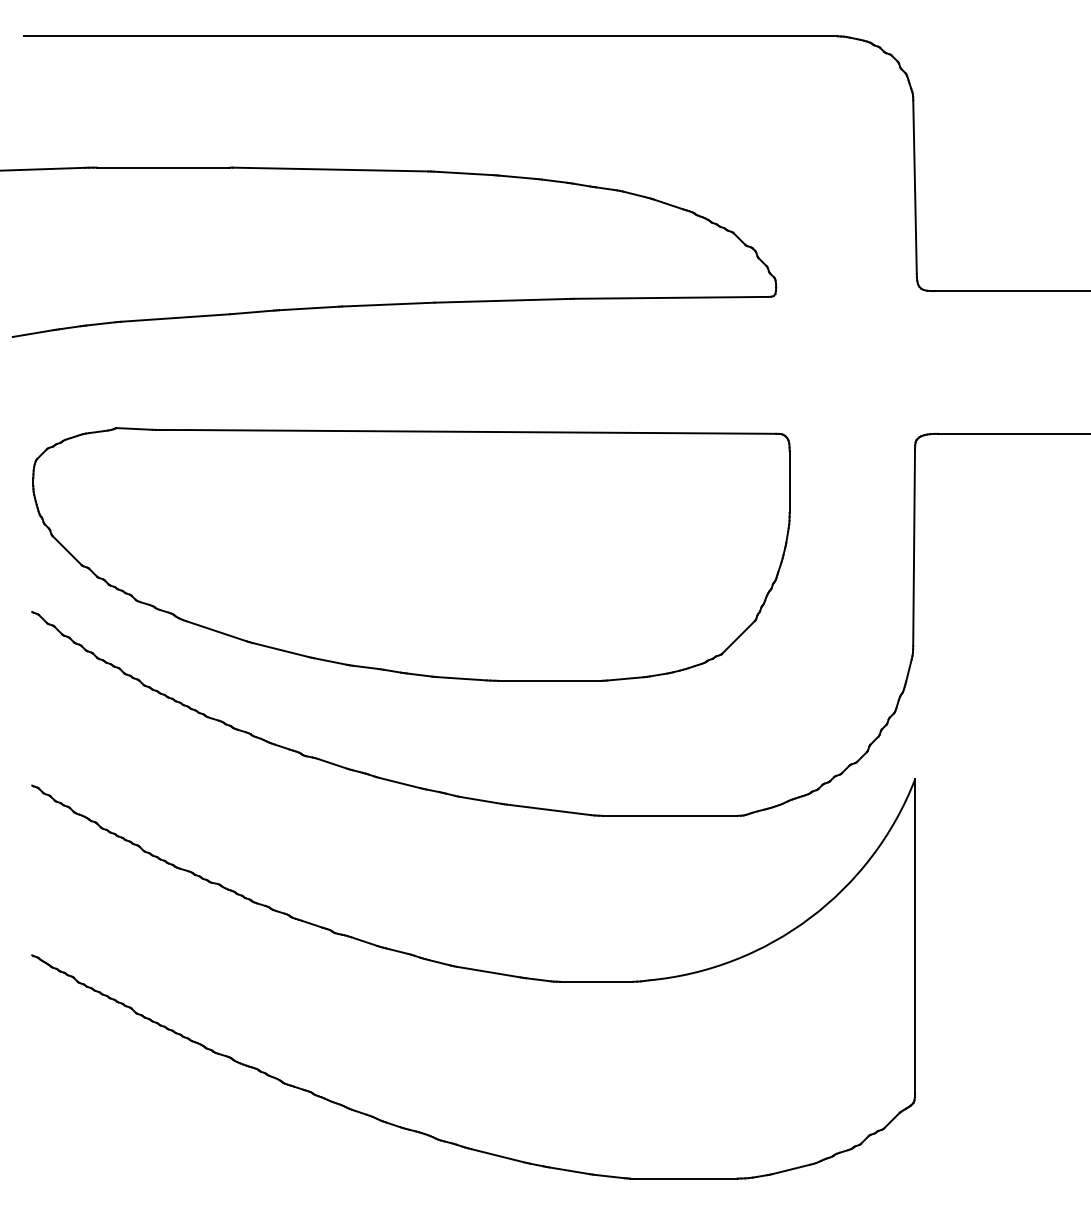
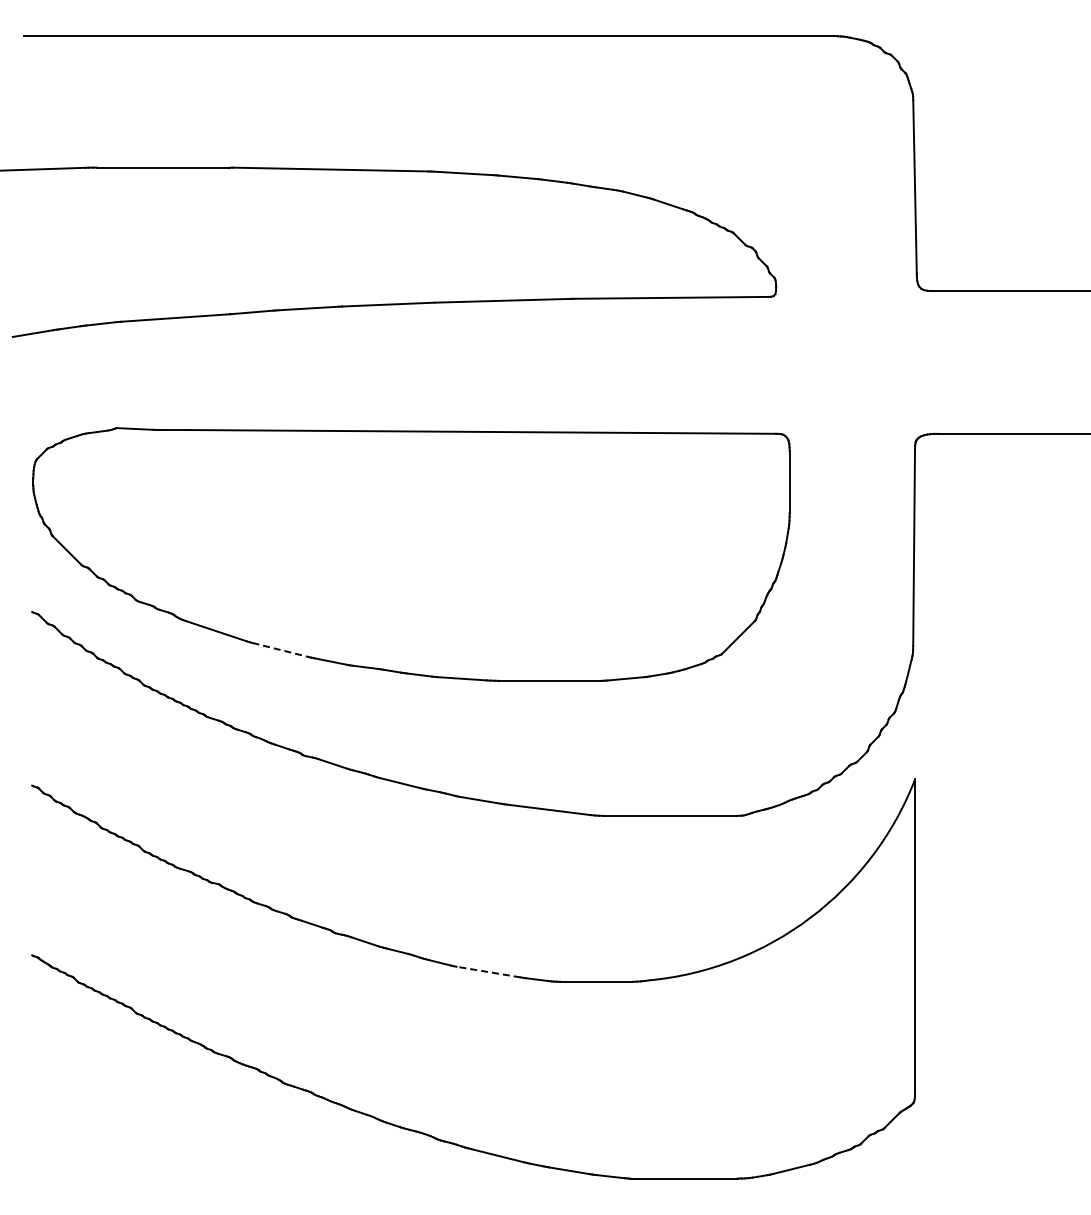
line at (281, 650): solid -> dashed
line at (488, 972): solid -> dashed
